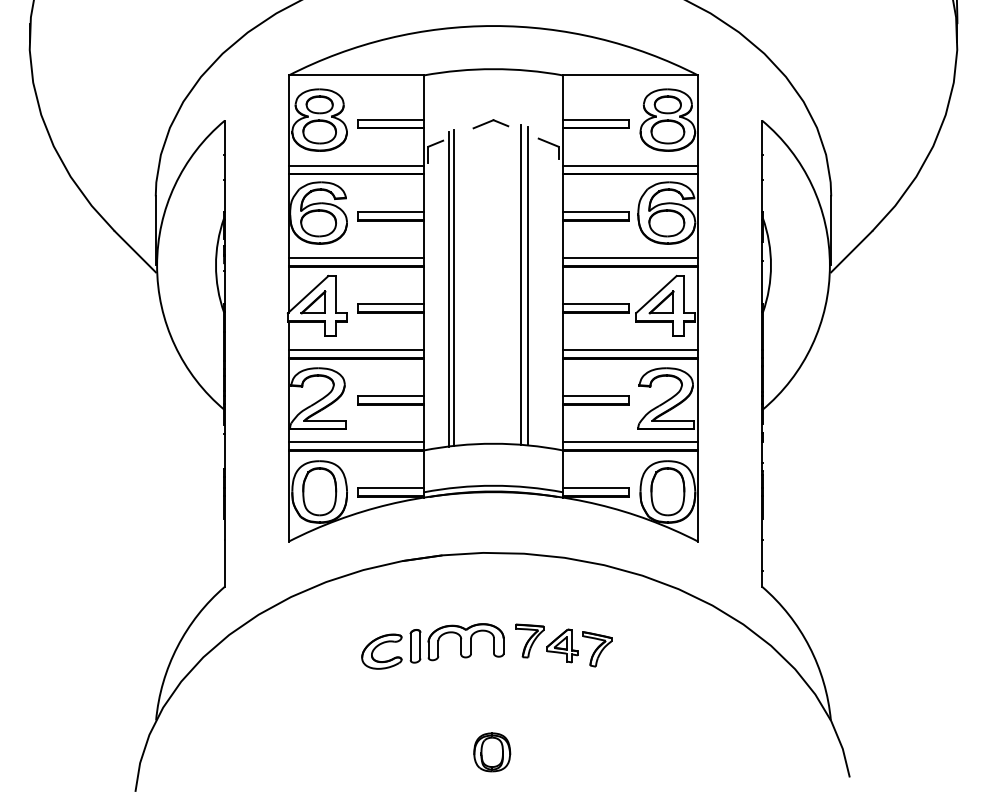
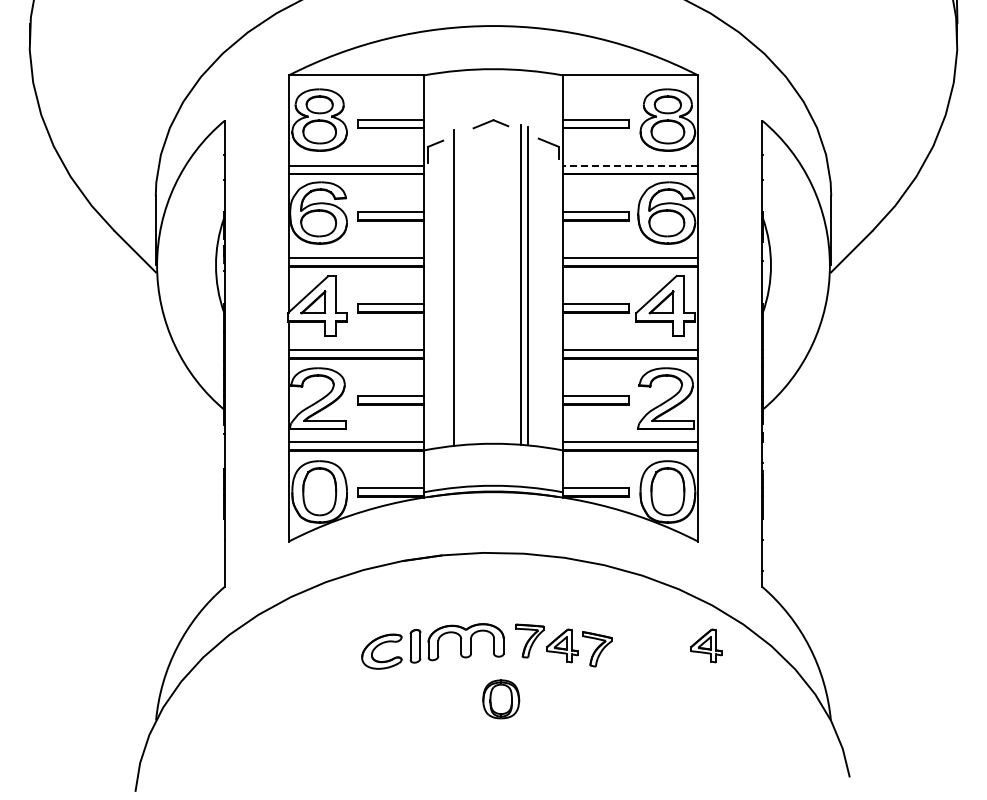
line at (630, 165): solid -> dashed
line at (448, 289): present -> none
part at (706, 645): none -> present
part at (492, 752) position: (492, 752) -> (501, 699)
